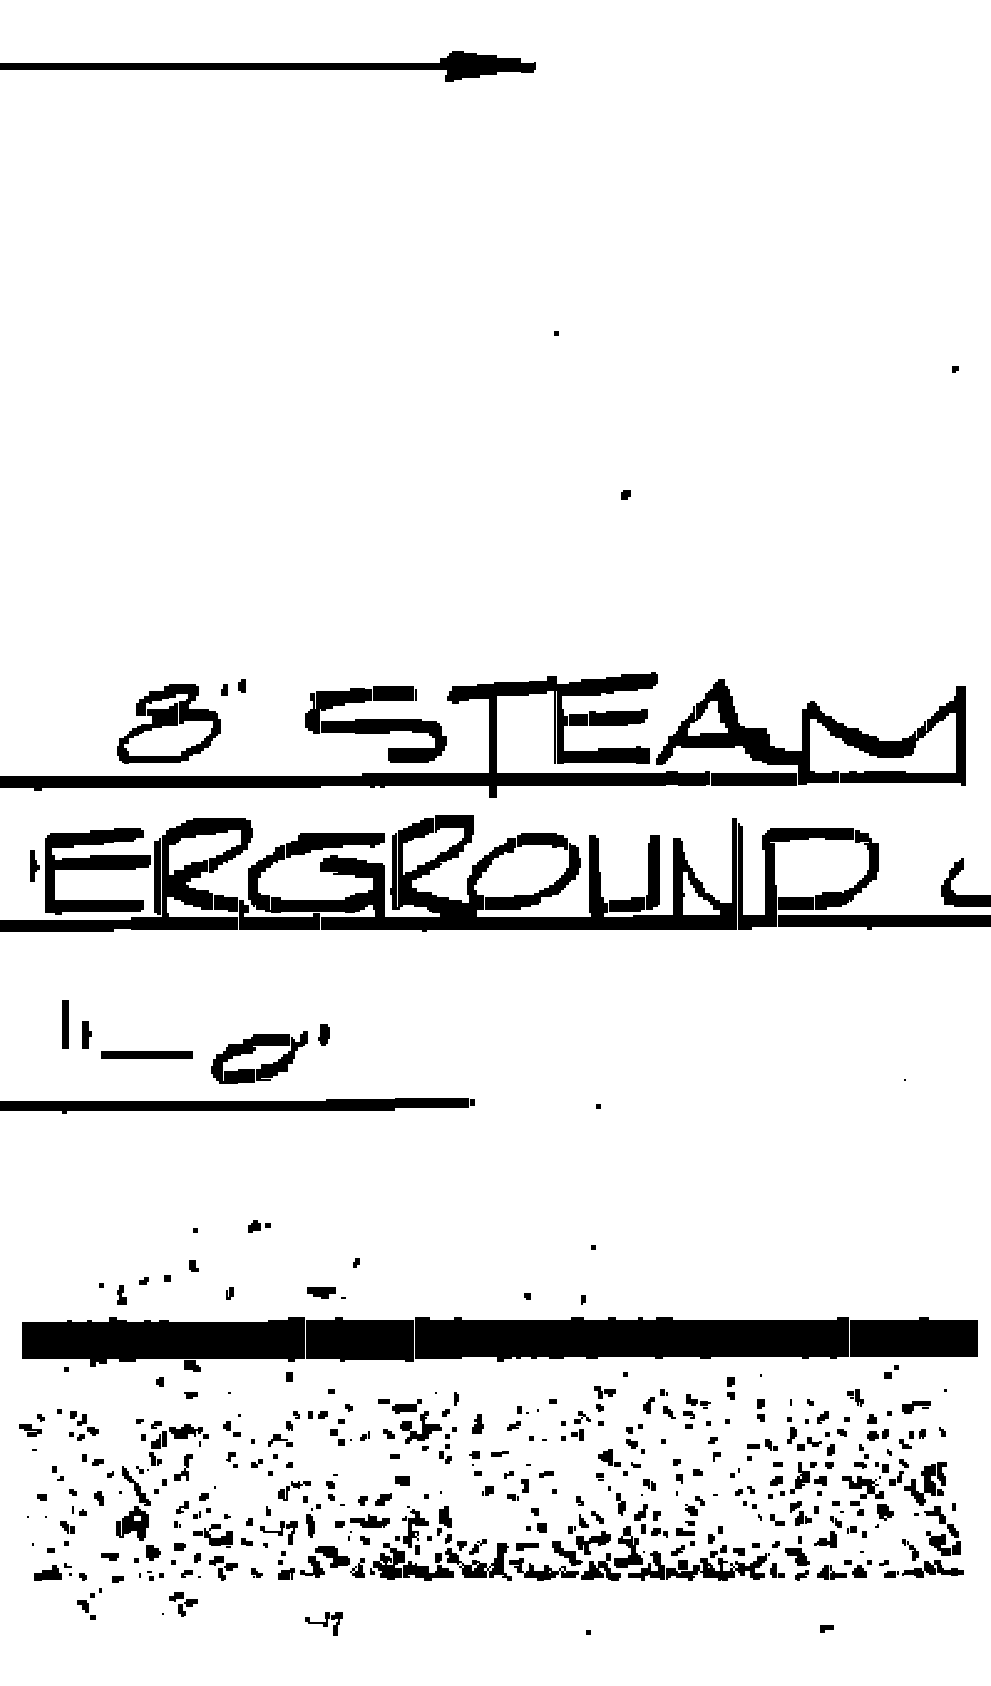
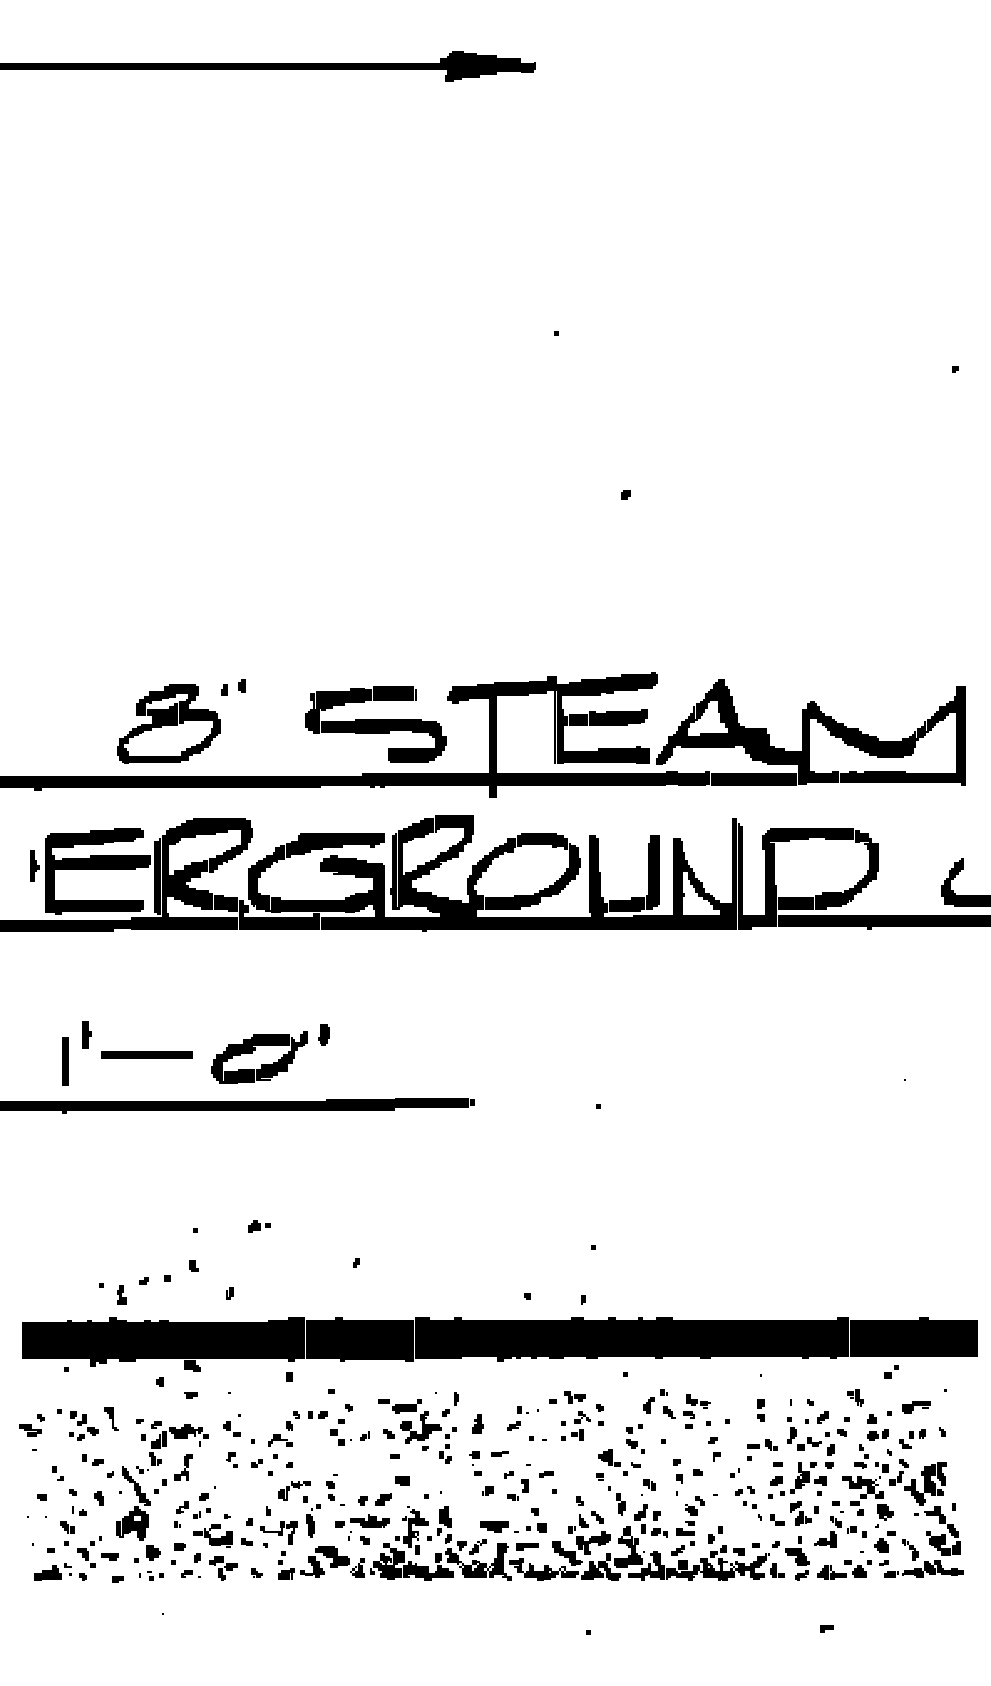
line at (65, 1024) position: (65, 1024) -> (65, 1061)
part at (326, 1292) position: (326, 1292) -> (499, 1526)
part at (730, 1388): present -> none
part at (604, 1392) position: (604, 1392) -> (574, 1397)
part at (111, 1418): none -> present
part at (884, 1541): none -> present
part at (89, 1603) position: (89, 1603) -> (89, 1551)
part at (183, 1604): present -> none
part at (323, 1623): present -> none
